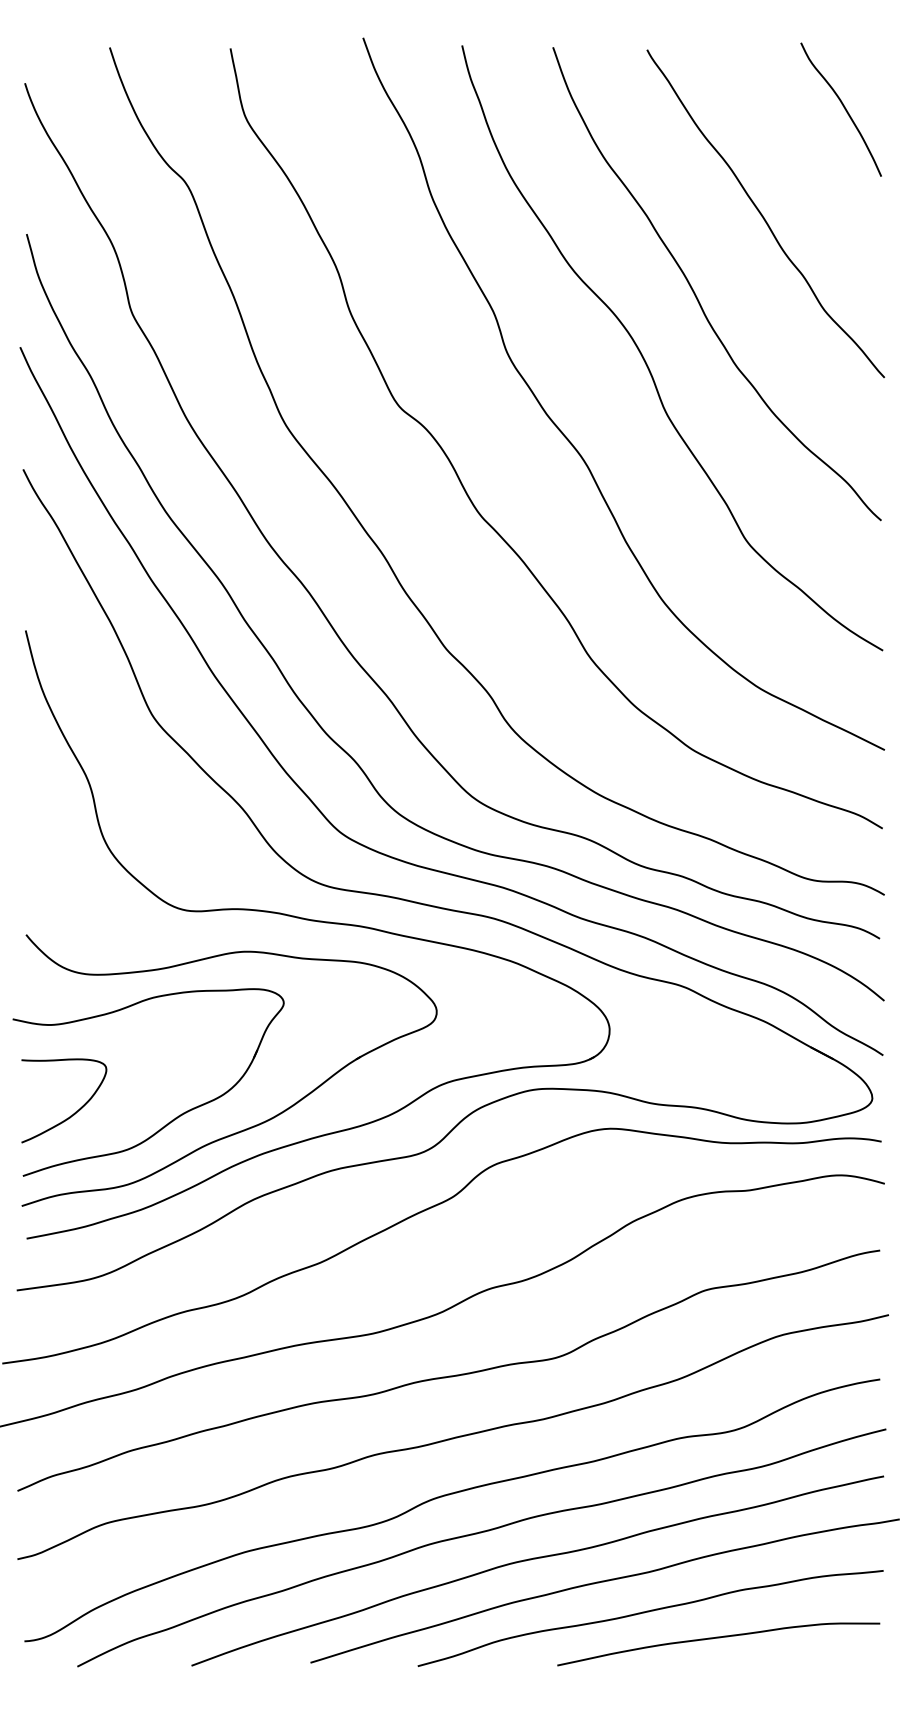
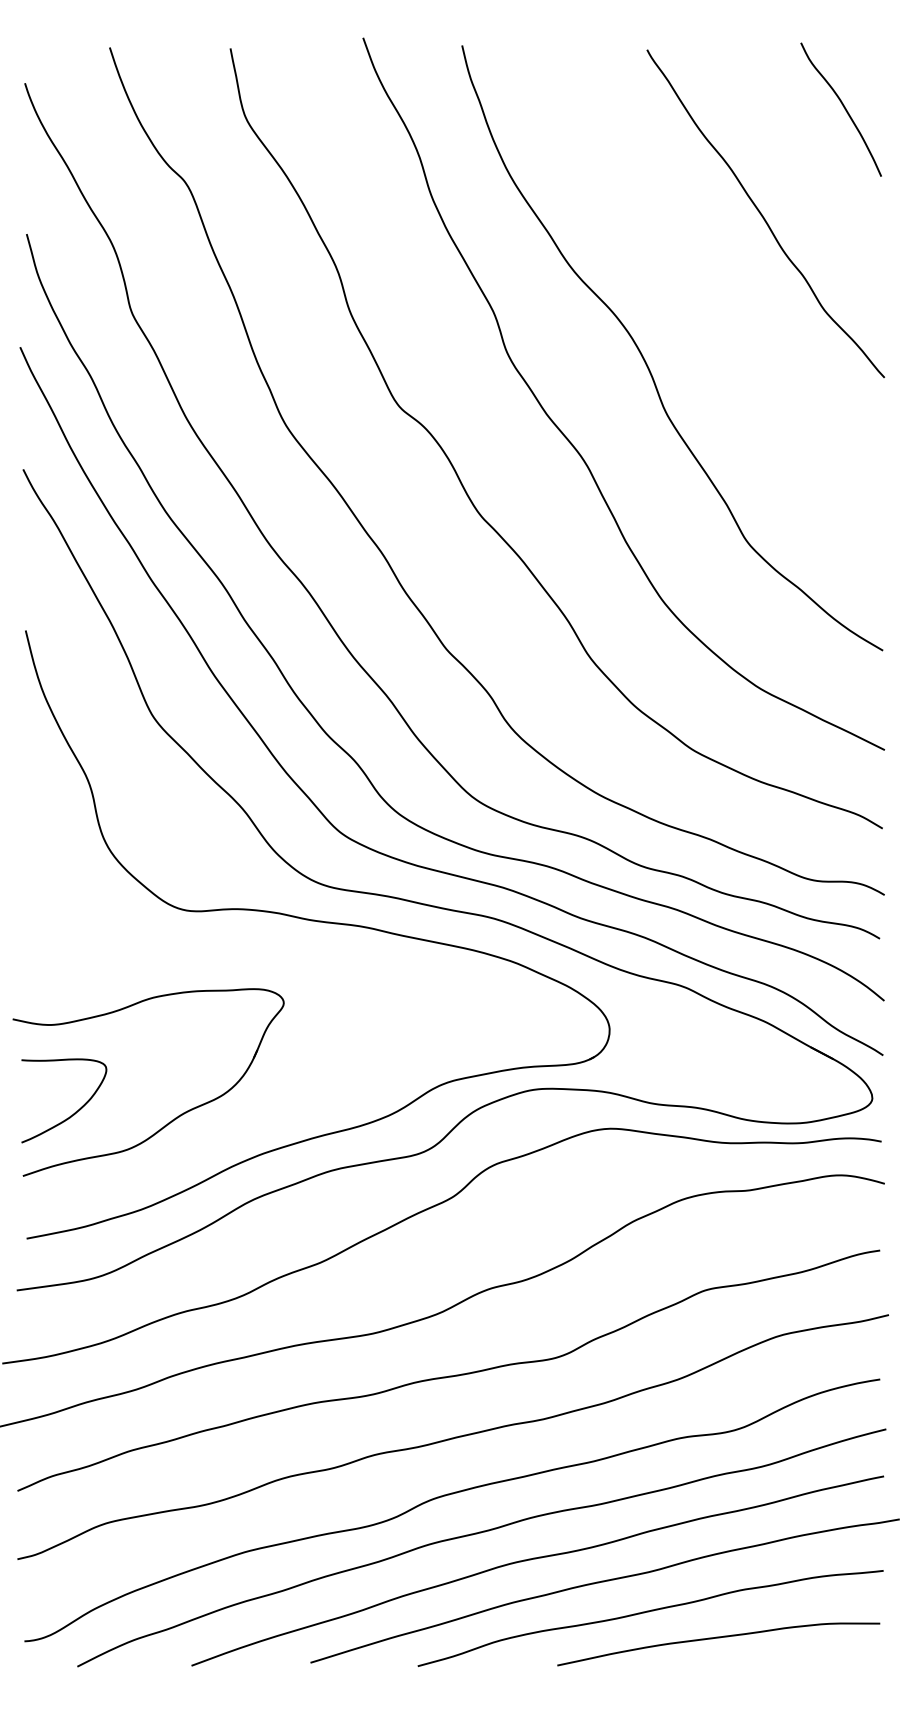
curve at (696, 294): present -> none
part at (253, 1125): present -> none
